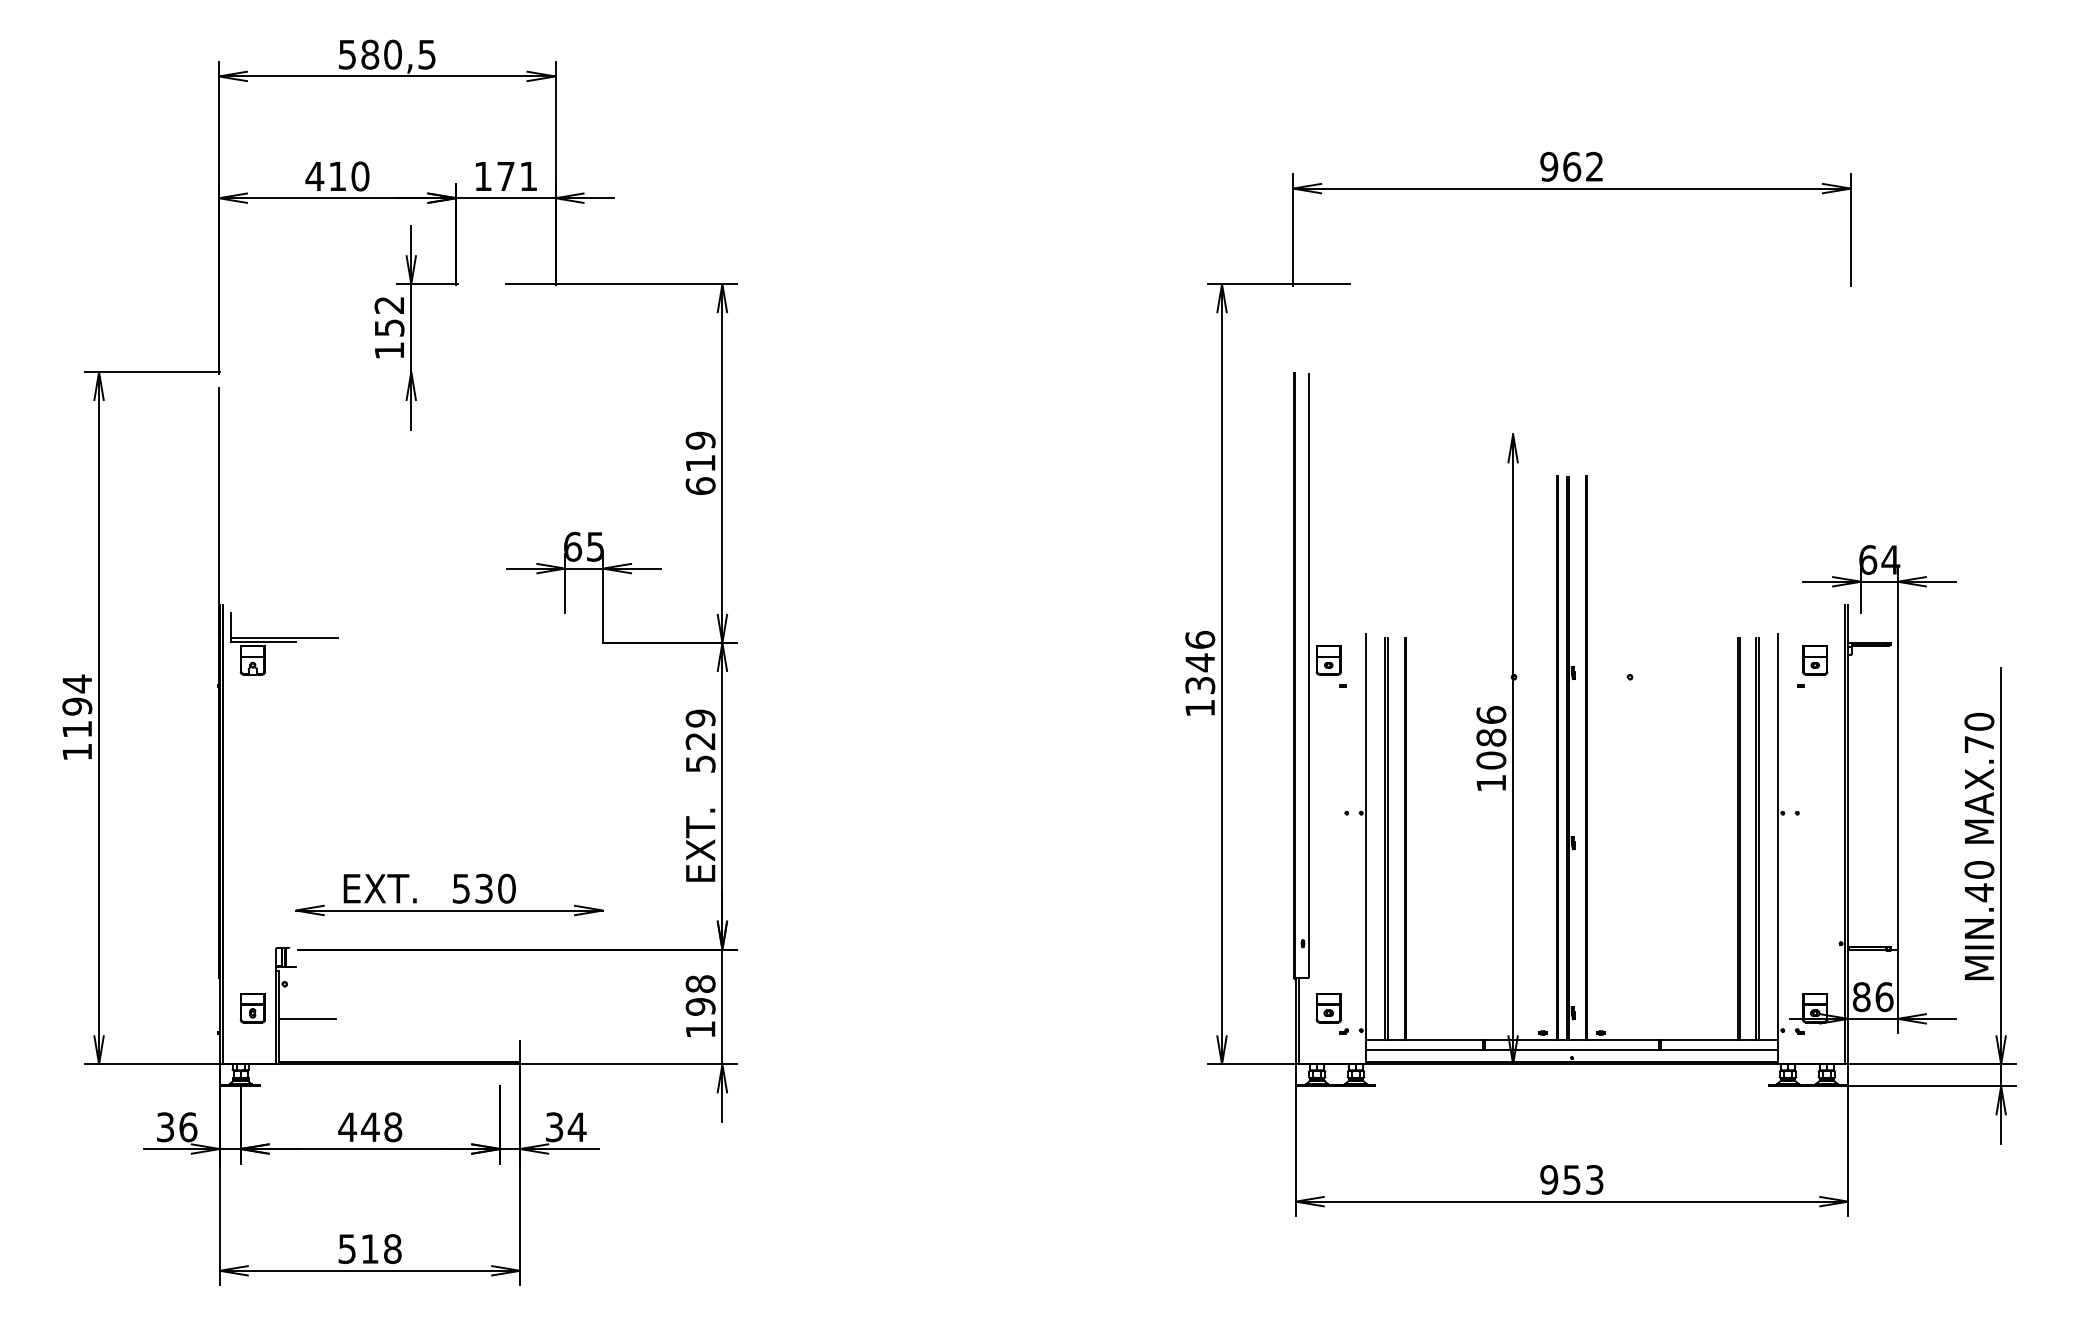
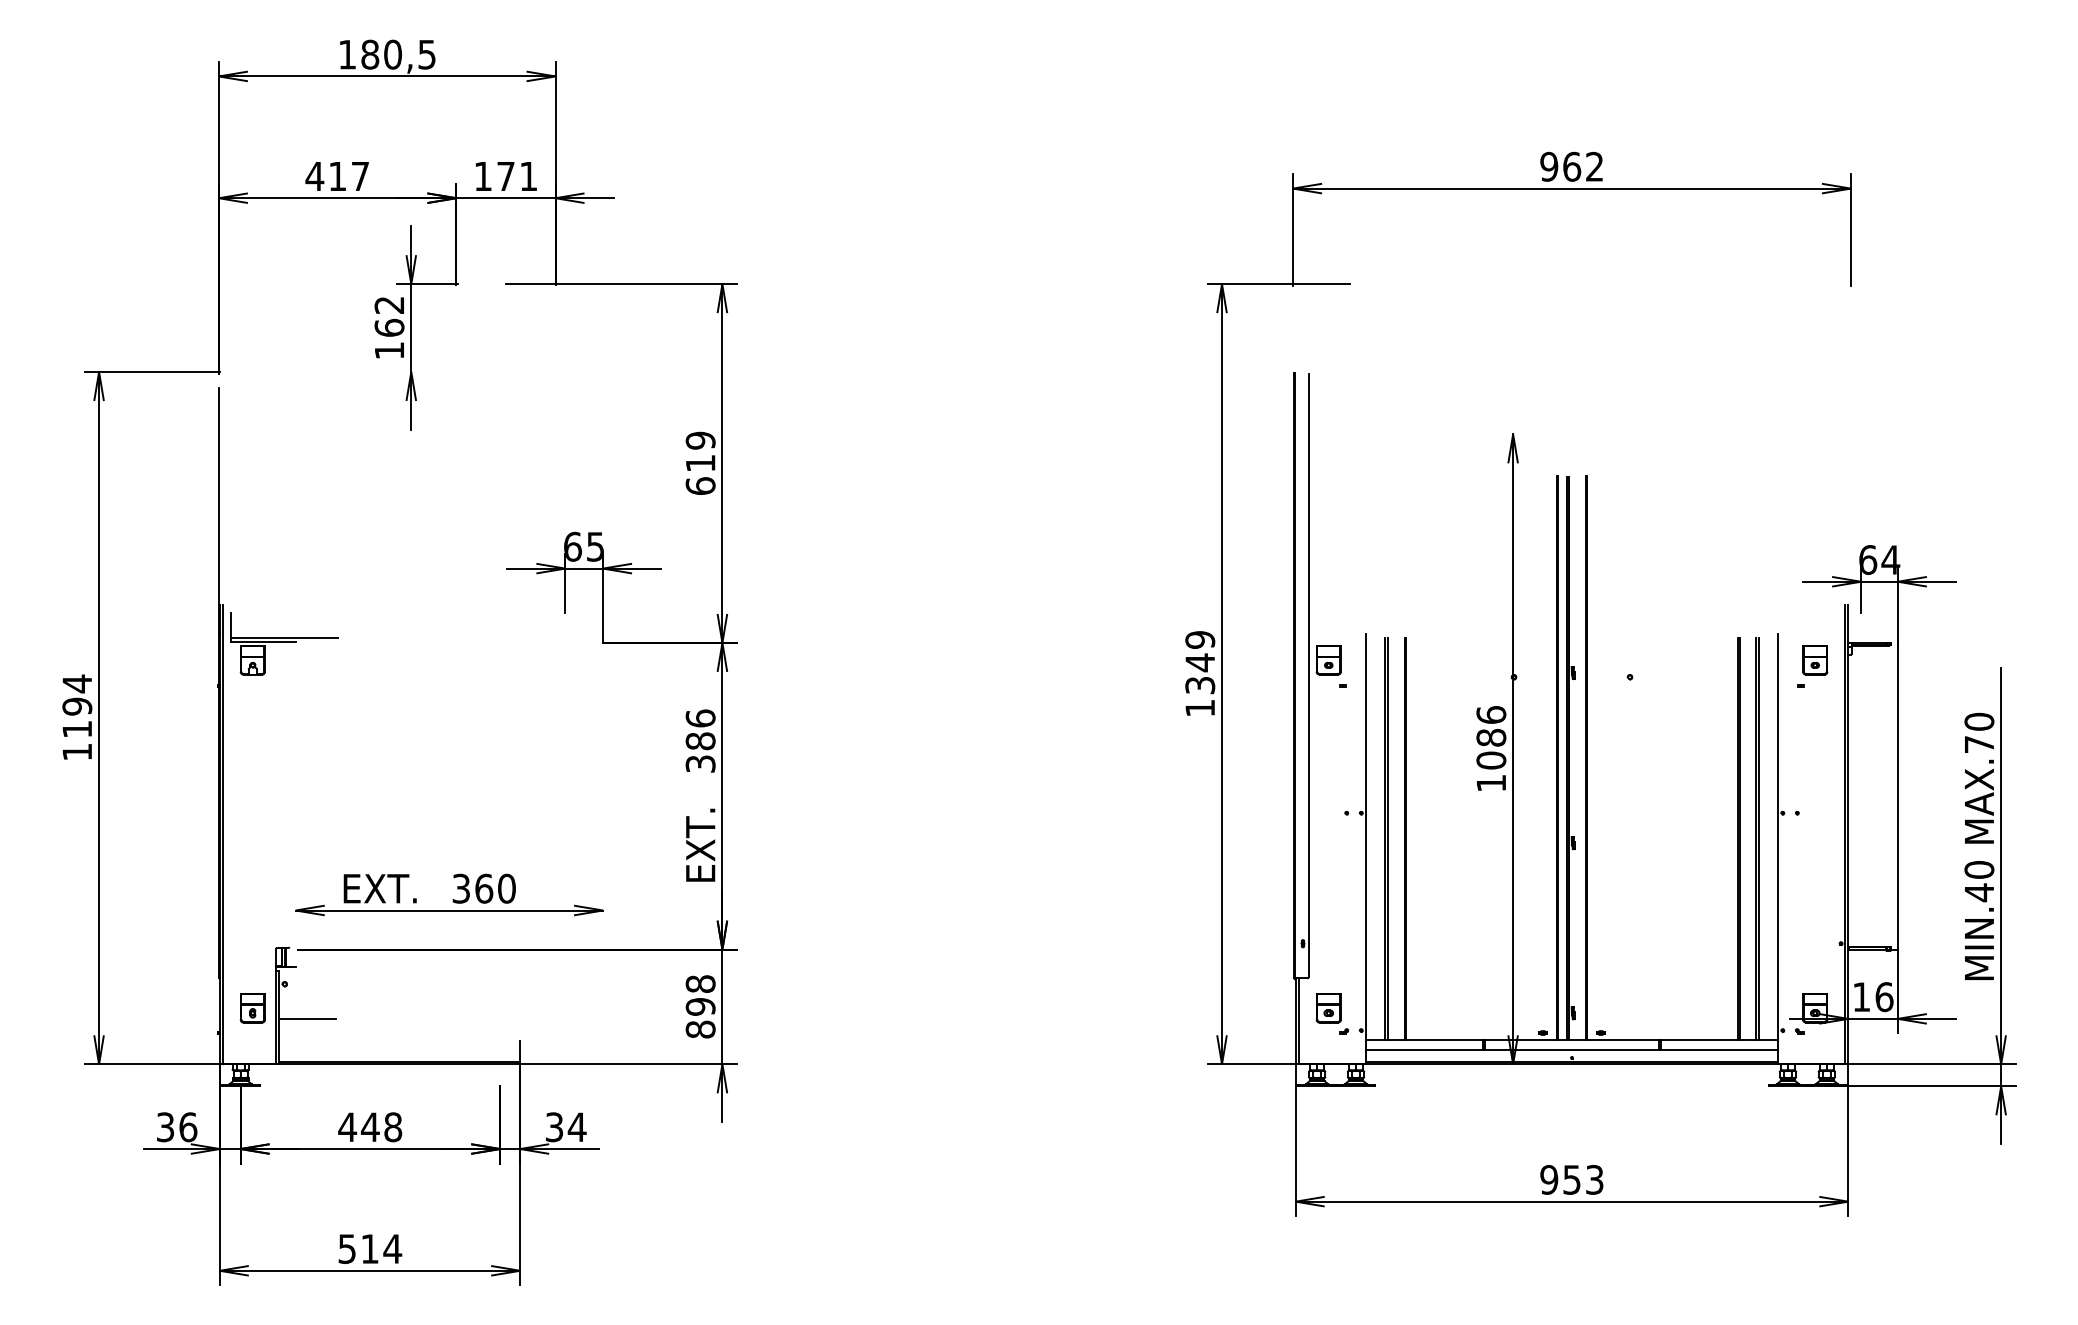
text at (347, 54): 580,5 -> 180,5
text at (360, 176): 410 -> 417
text at (389, 327): 152 -> 162
text at (1200, 639): 1346 -> 1349
text at (700, 740): 529 -> 386
text at (473, 888): 530 -> 360
text at (1861, 997): 86 -> 16
text at (700, 1029): 198 -> 898
text at (392, 1248): 518 -> 514
